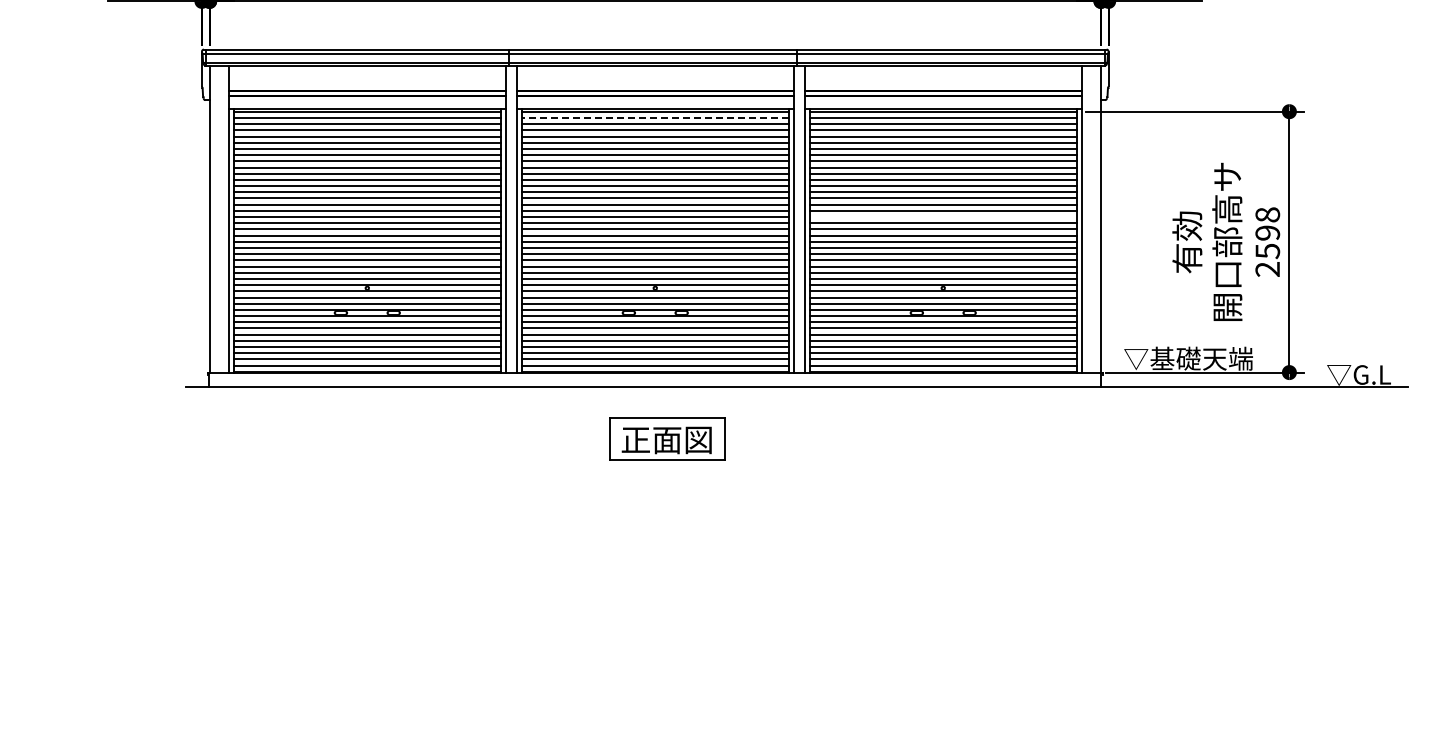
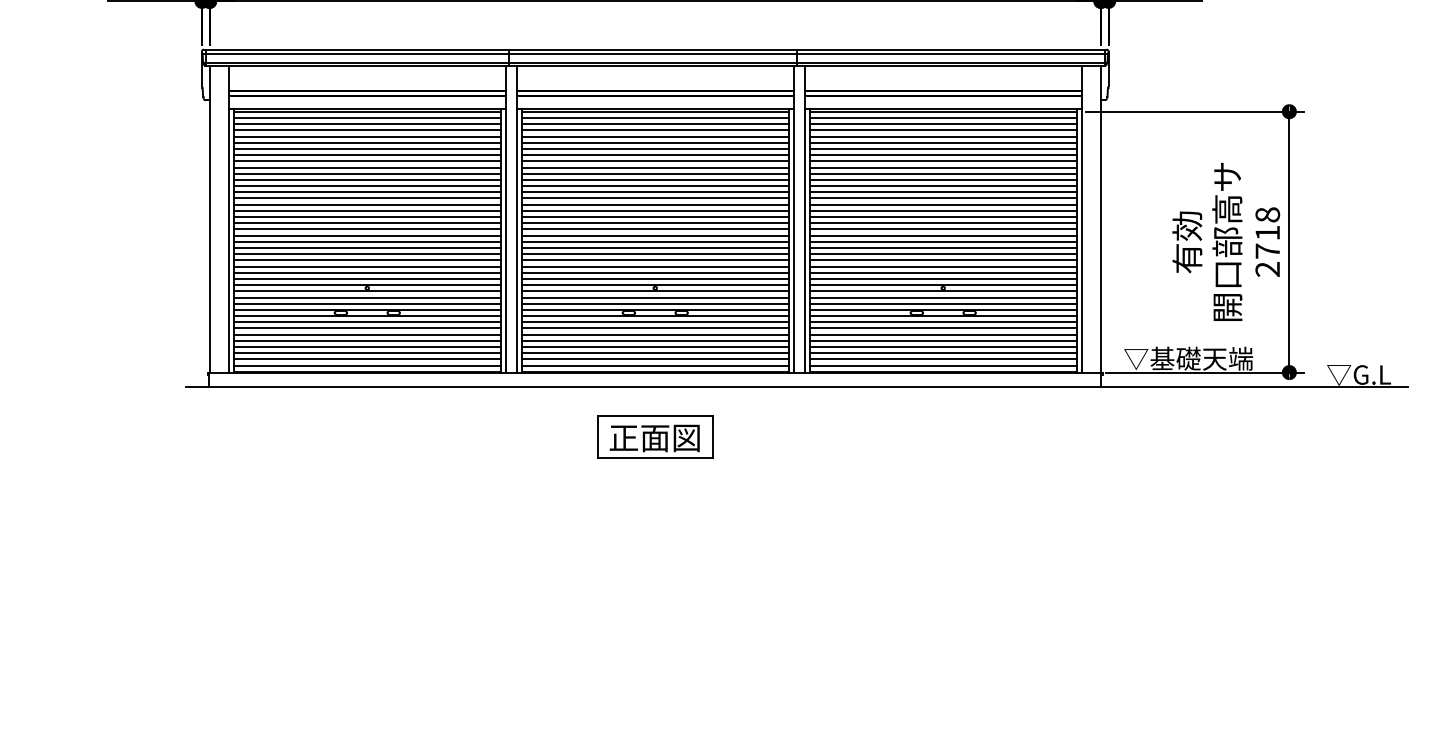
line at (654, 117): dashed -> solid
line at (942, 217): none -> present
text at (1267, 242): 2598 -> 2718
part at (667, 438) position: (667, 438) -> (655, 436)
